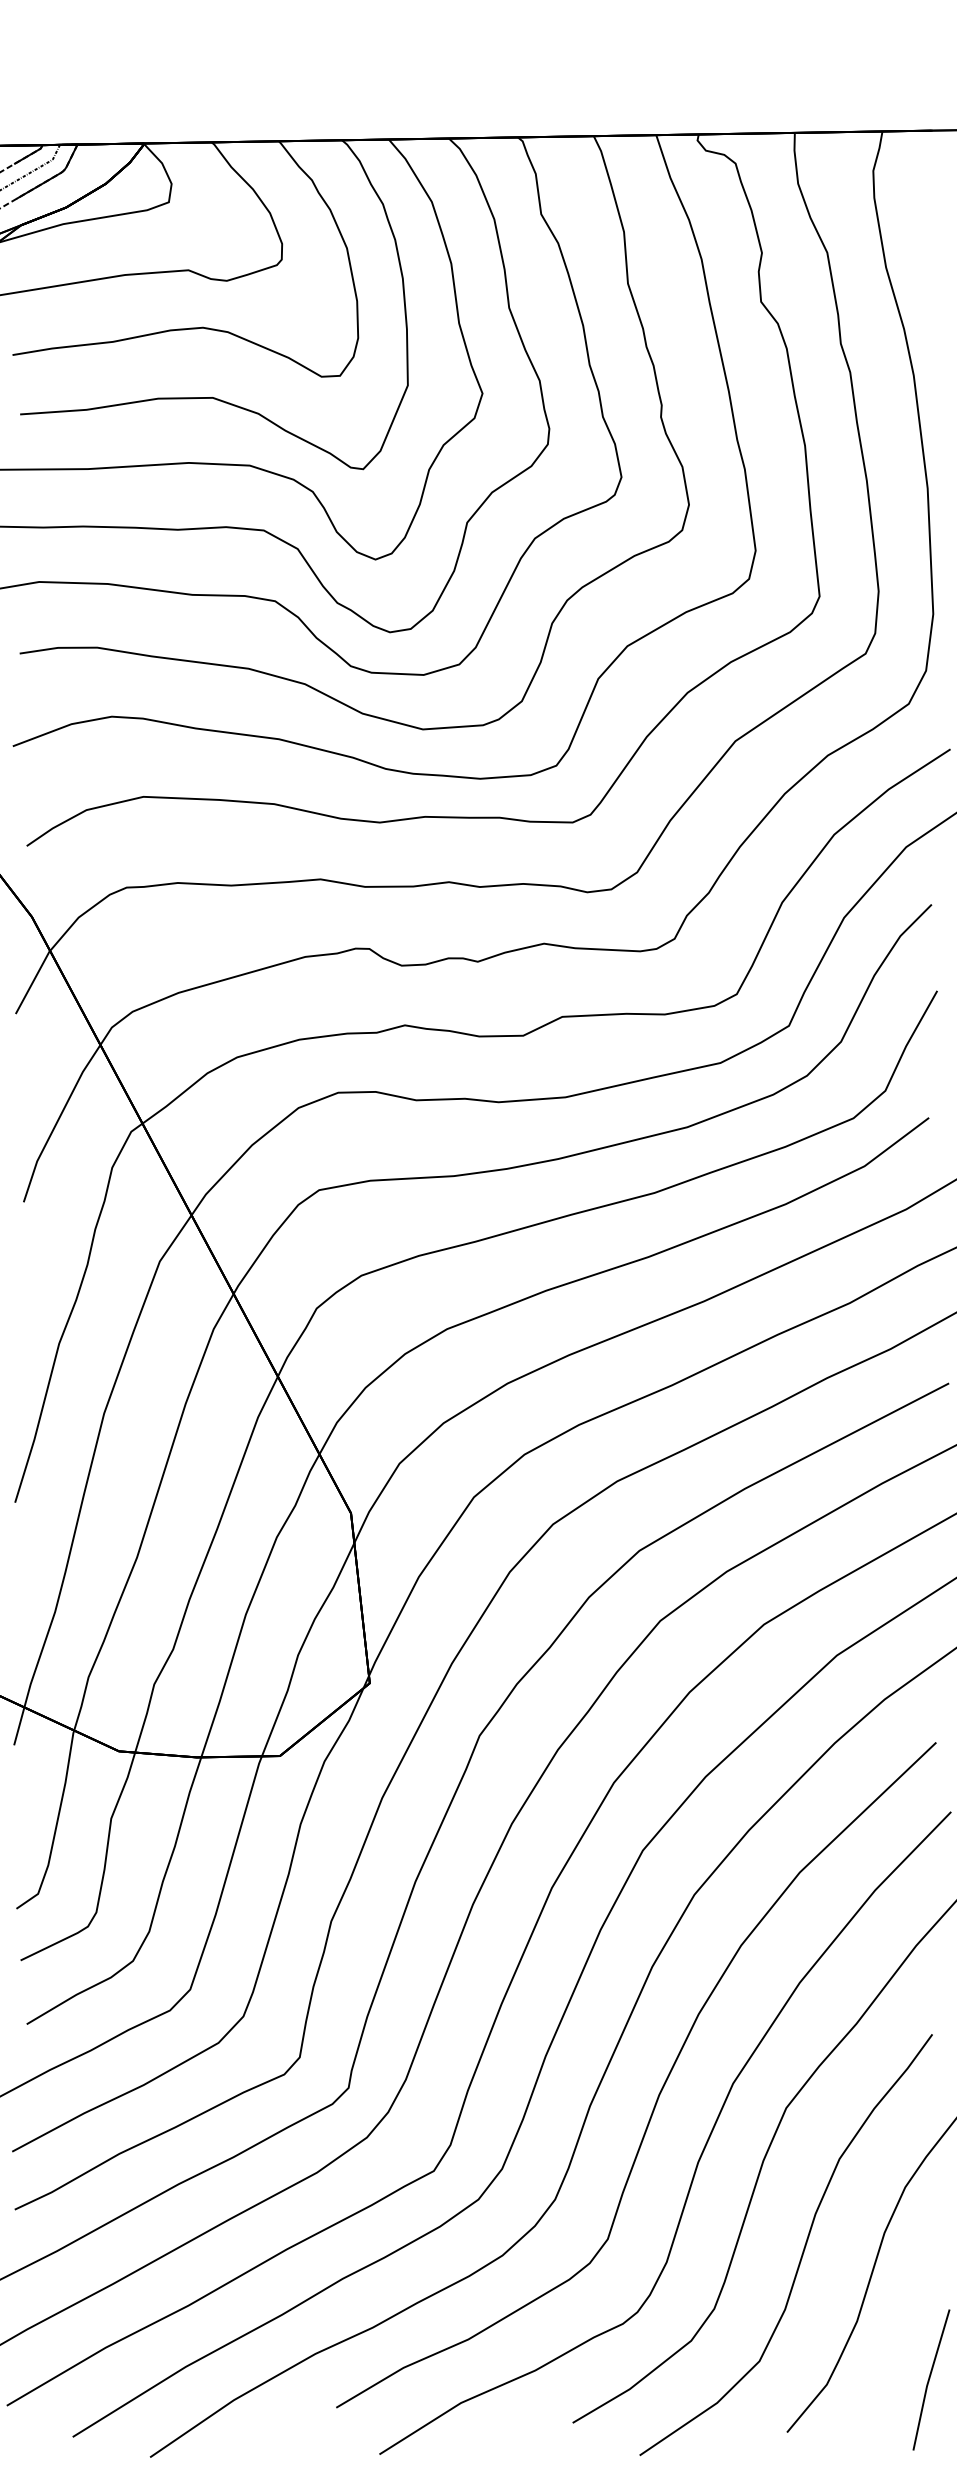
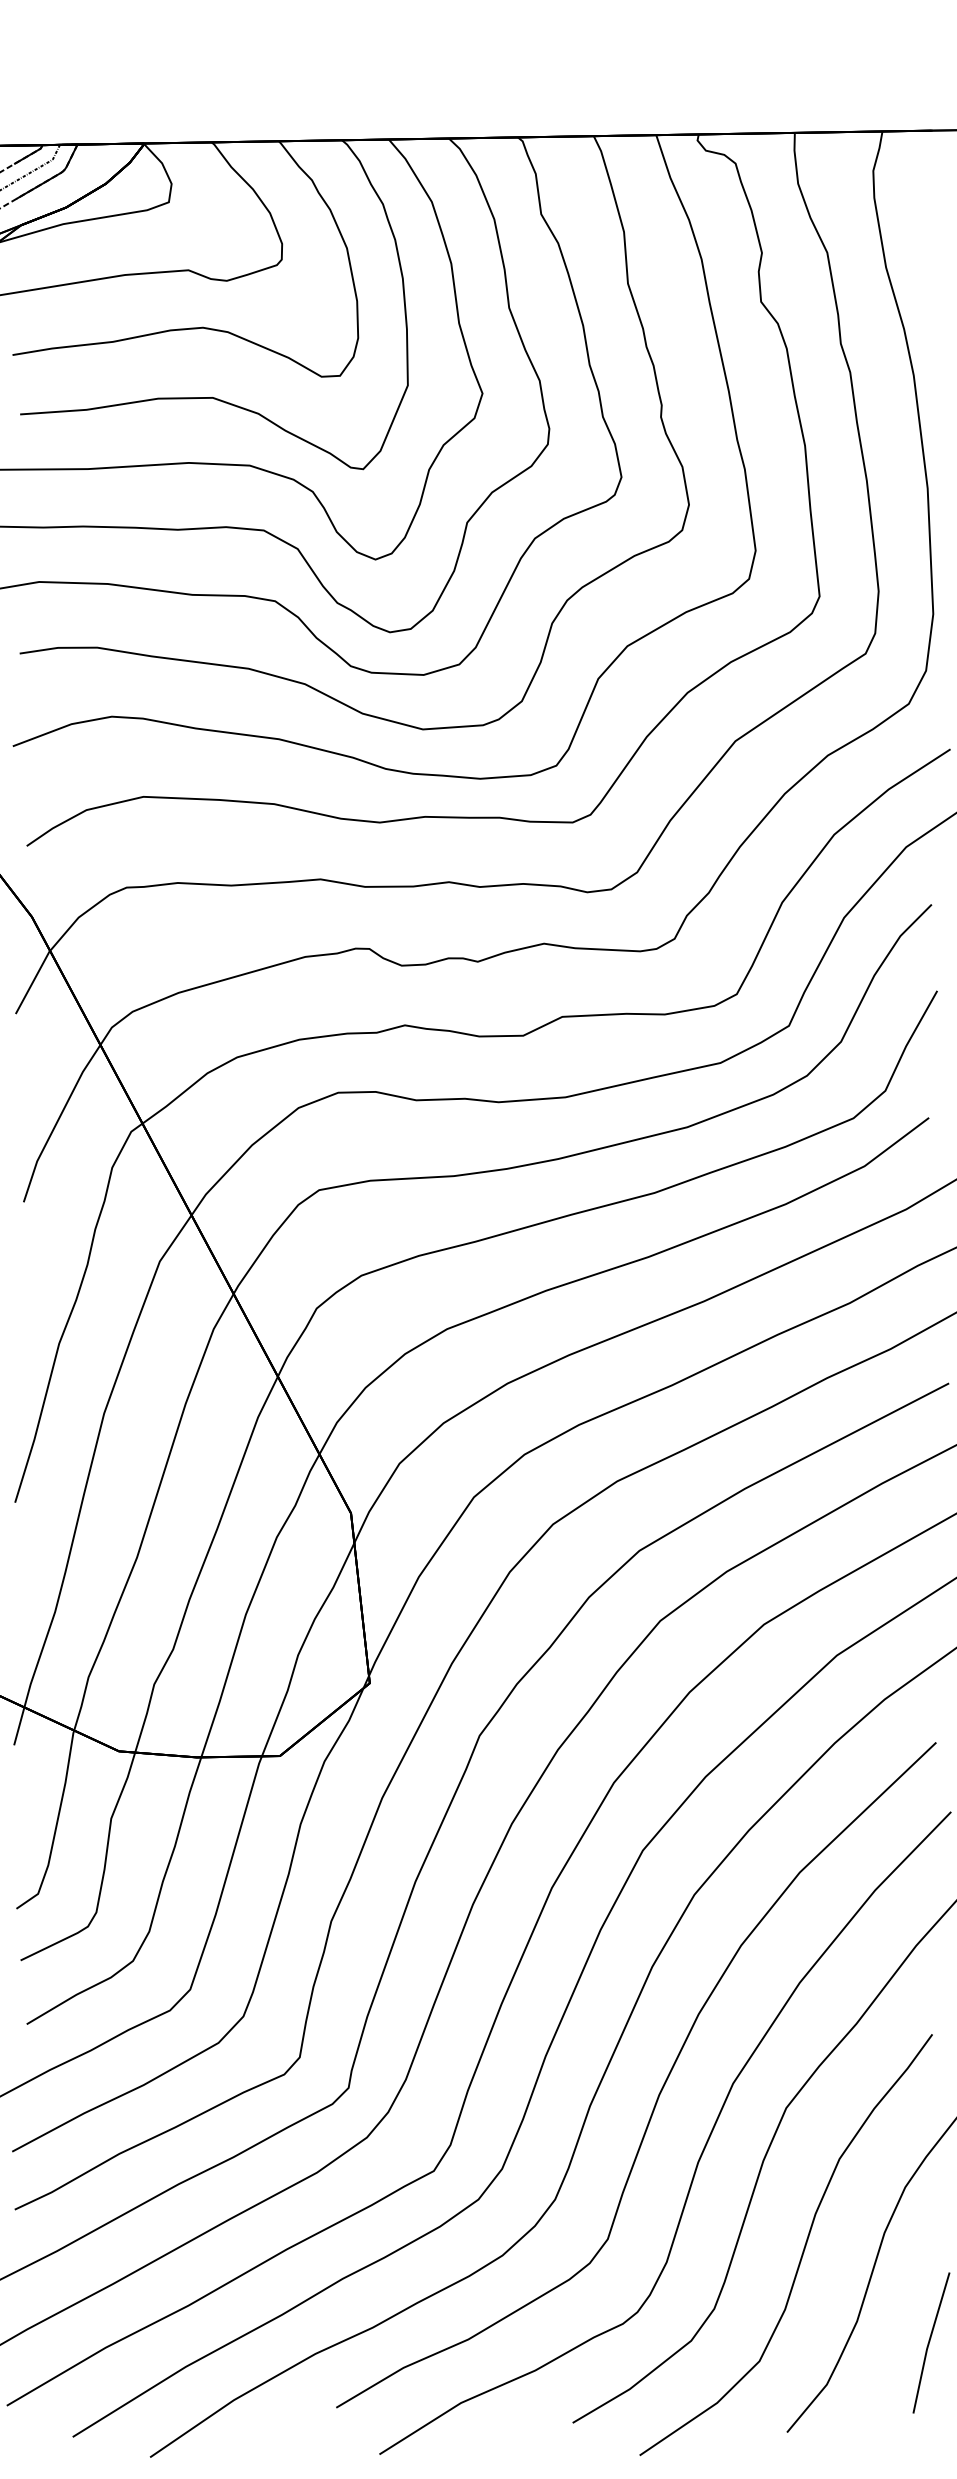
line at (930, 2378) position: (930, 2378) -> (930, 2341)
